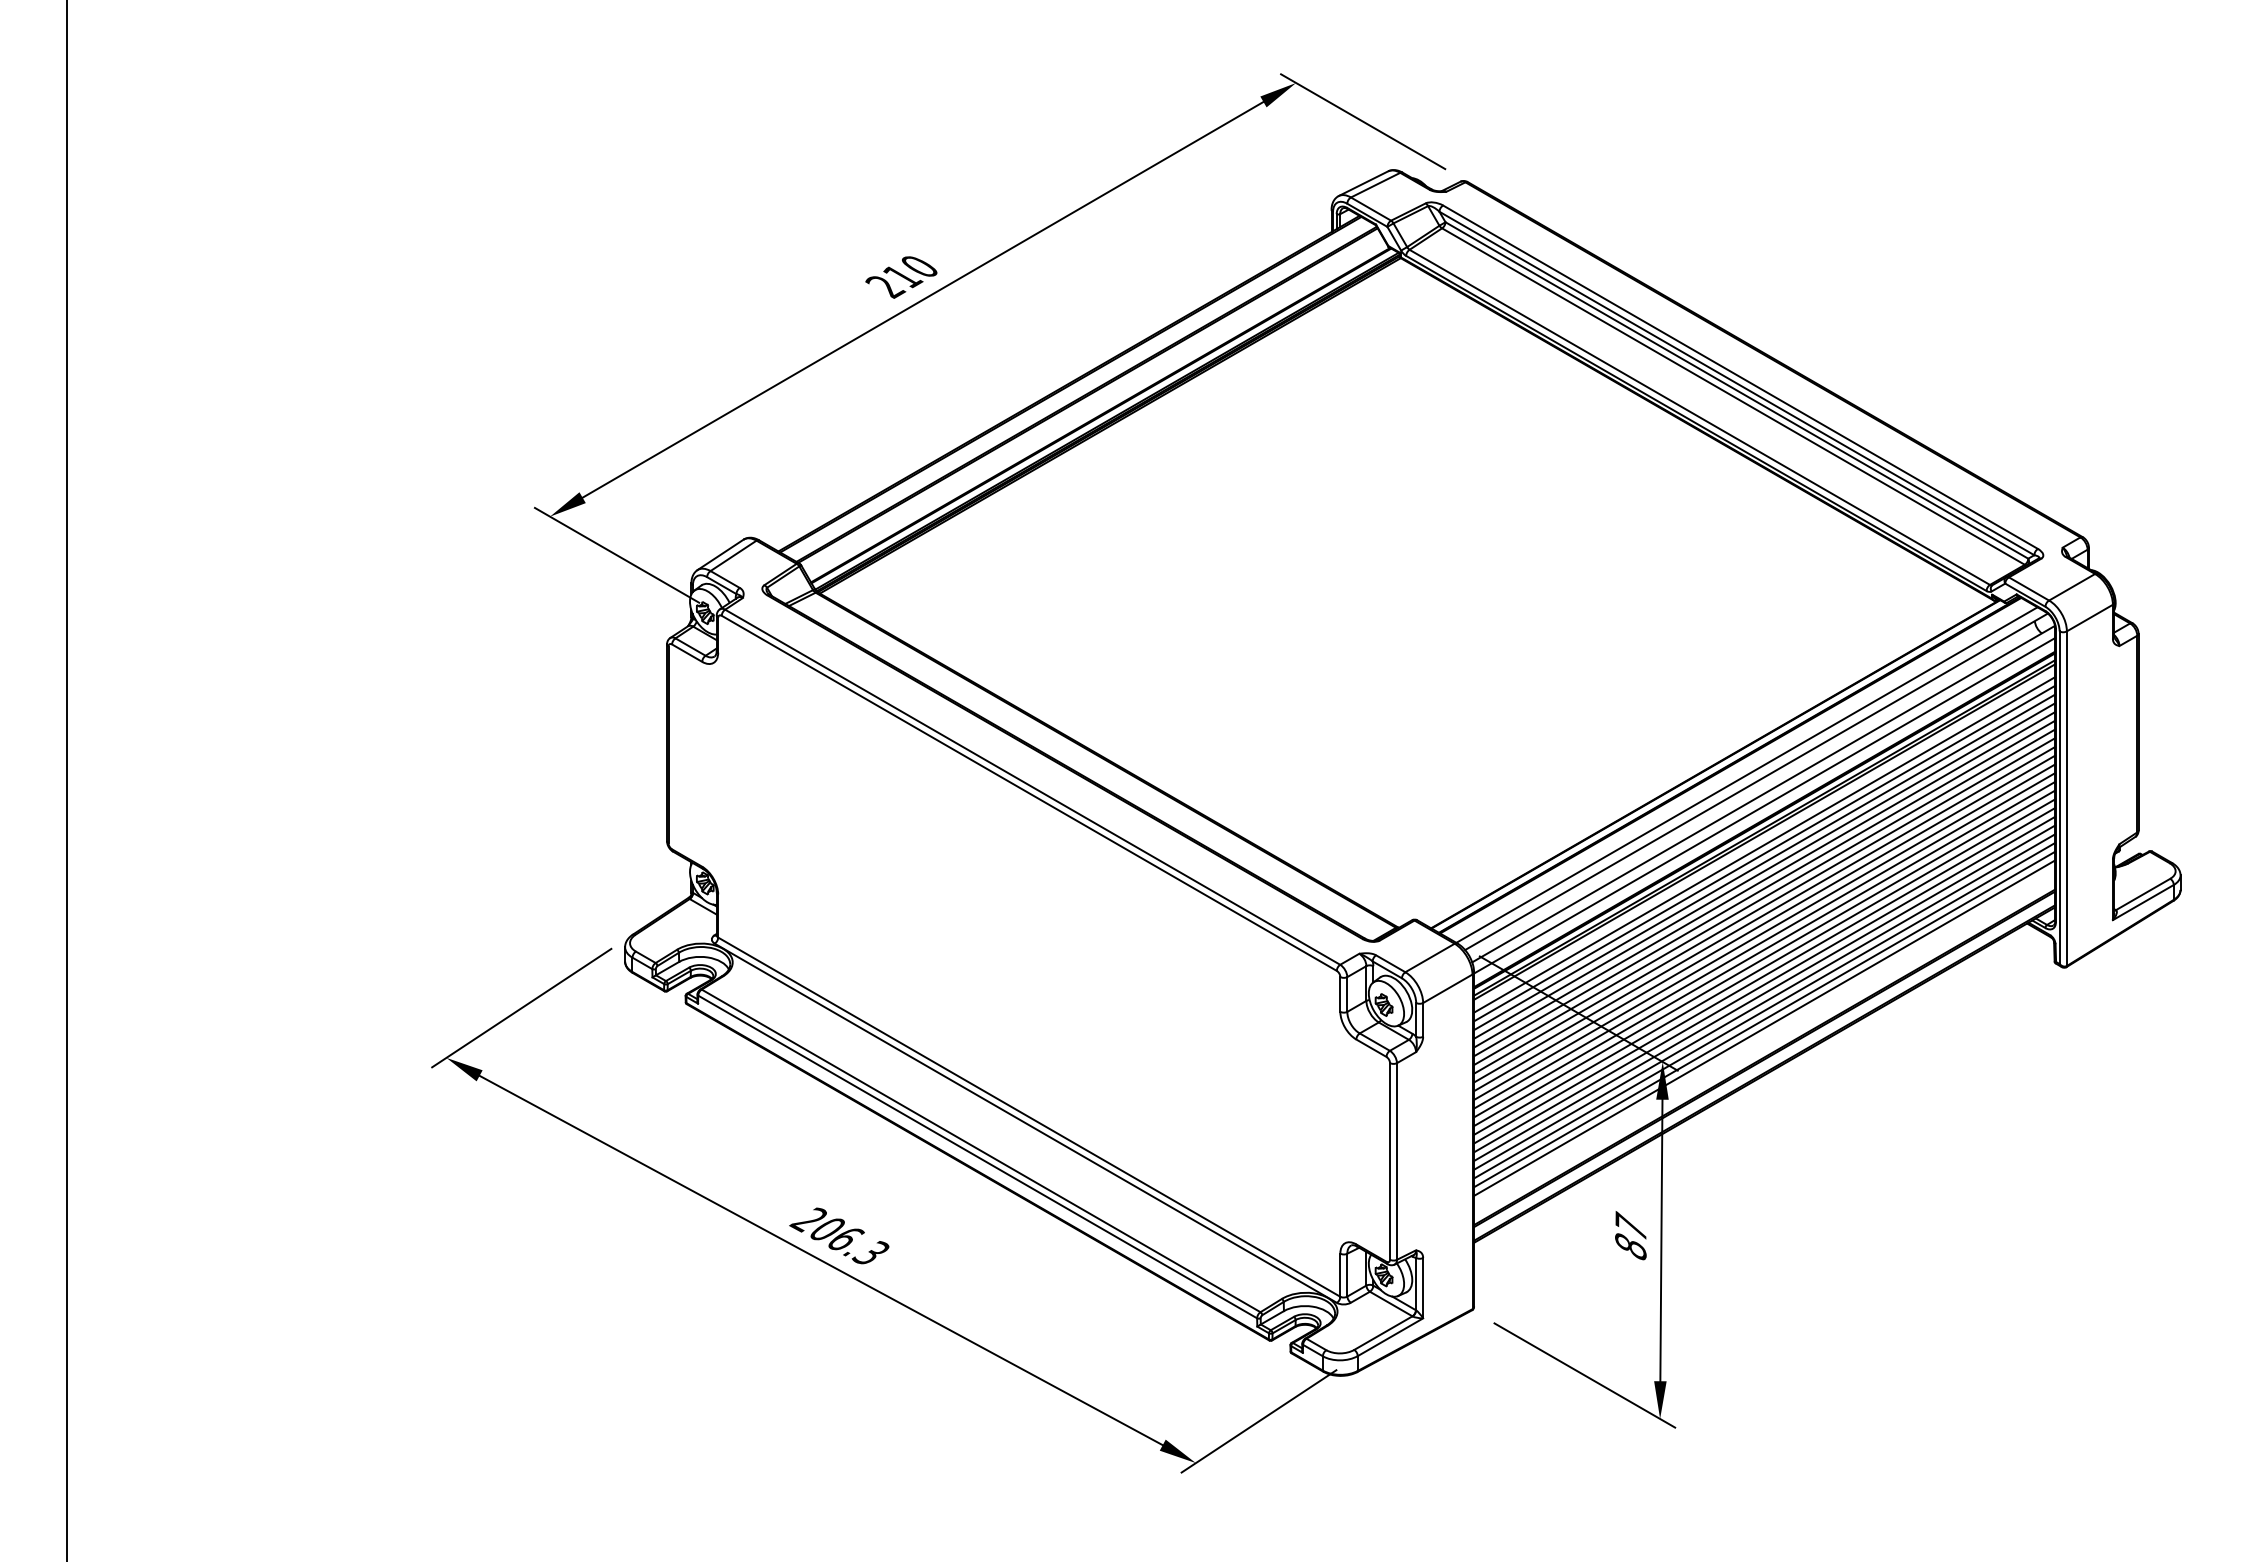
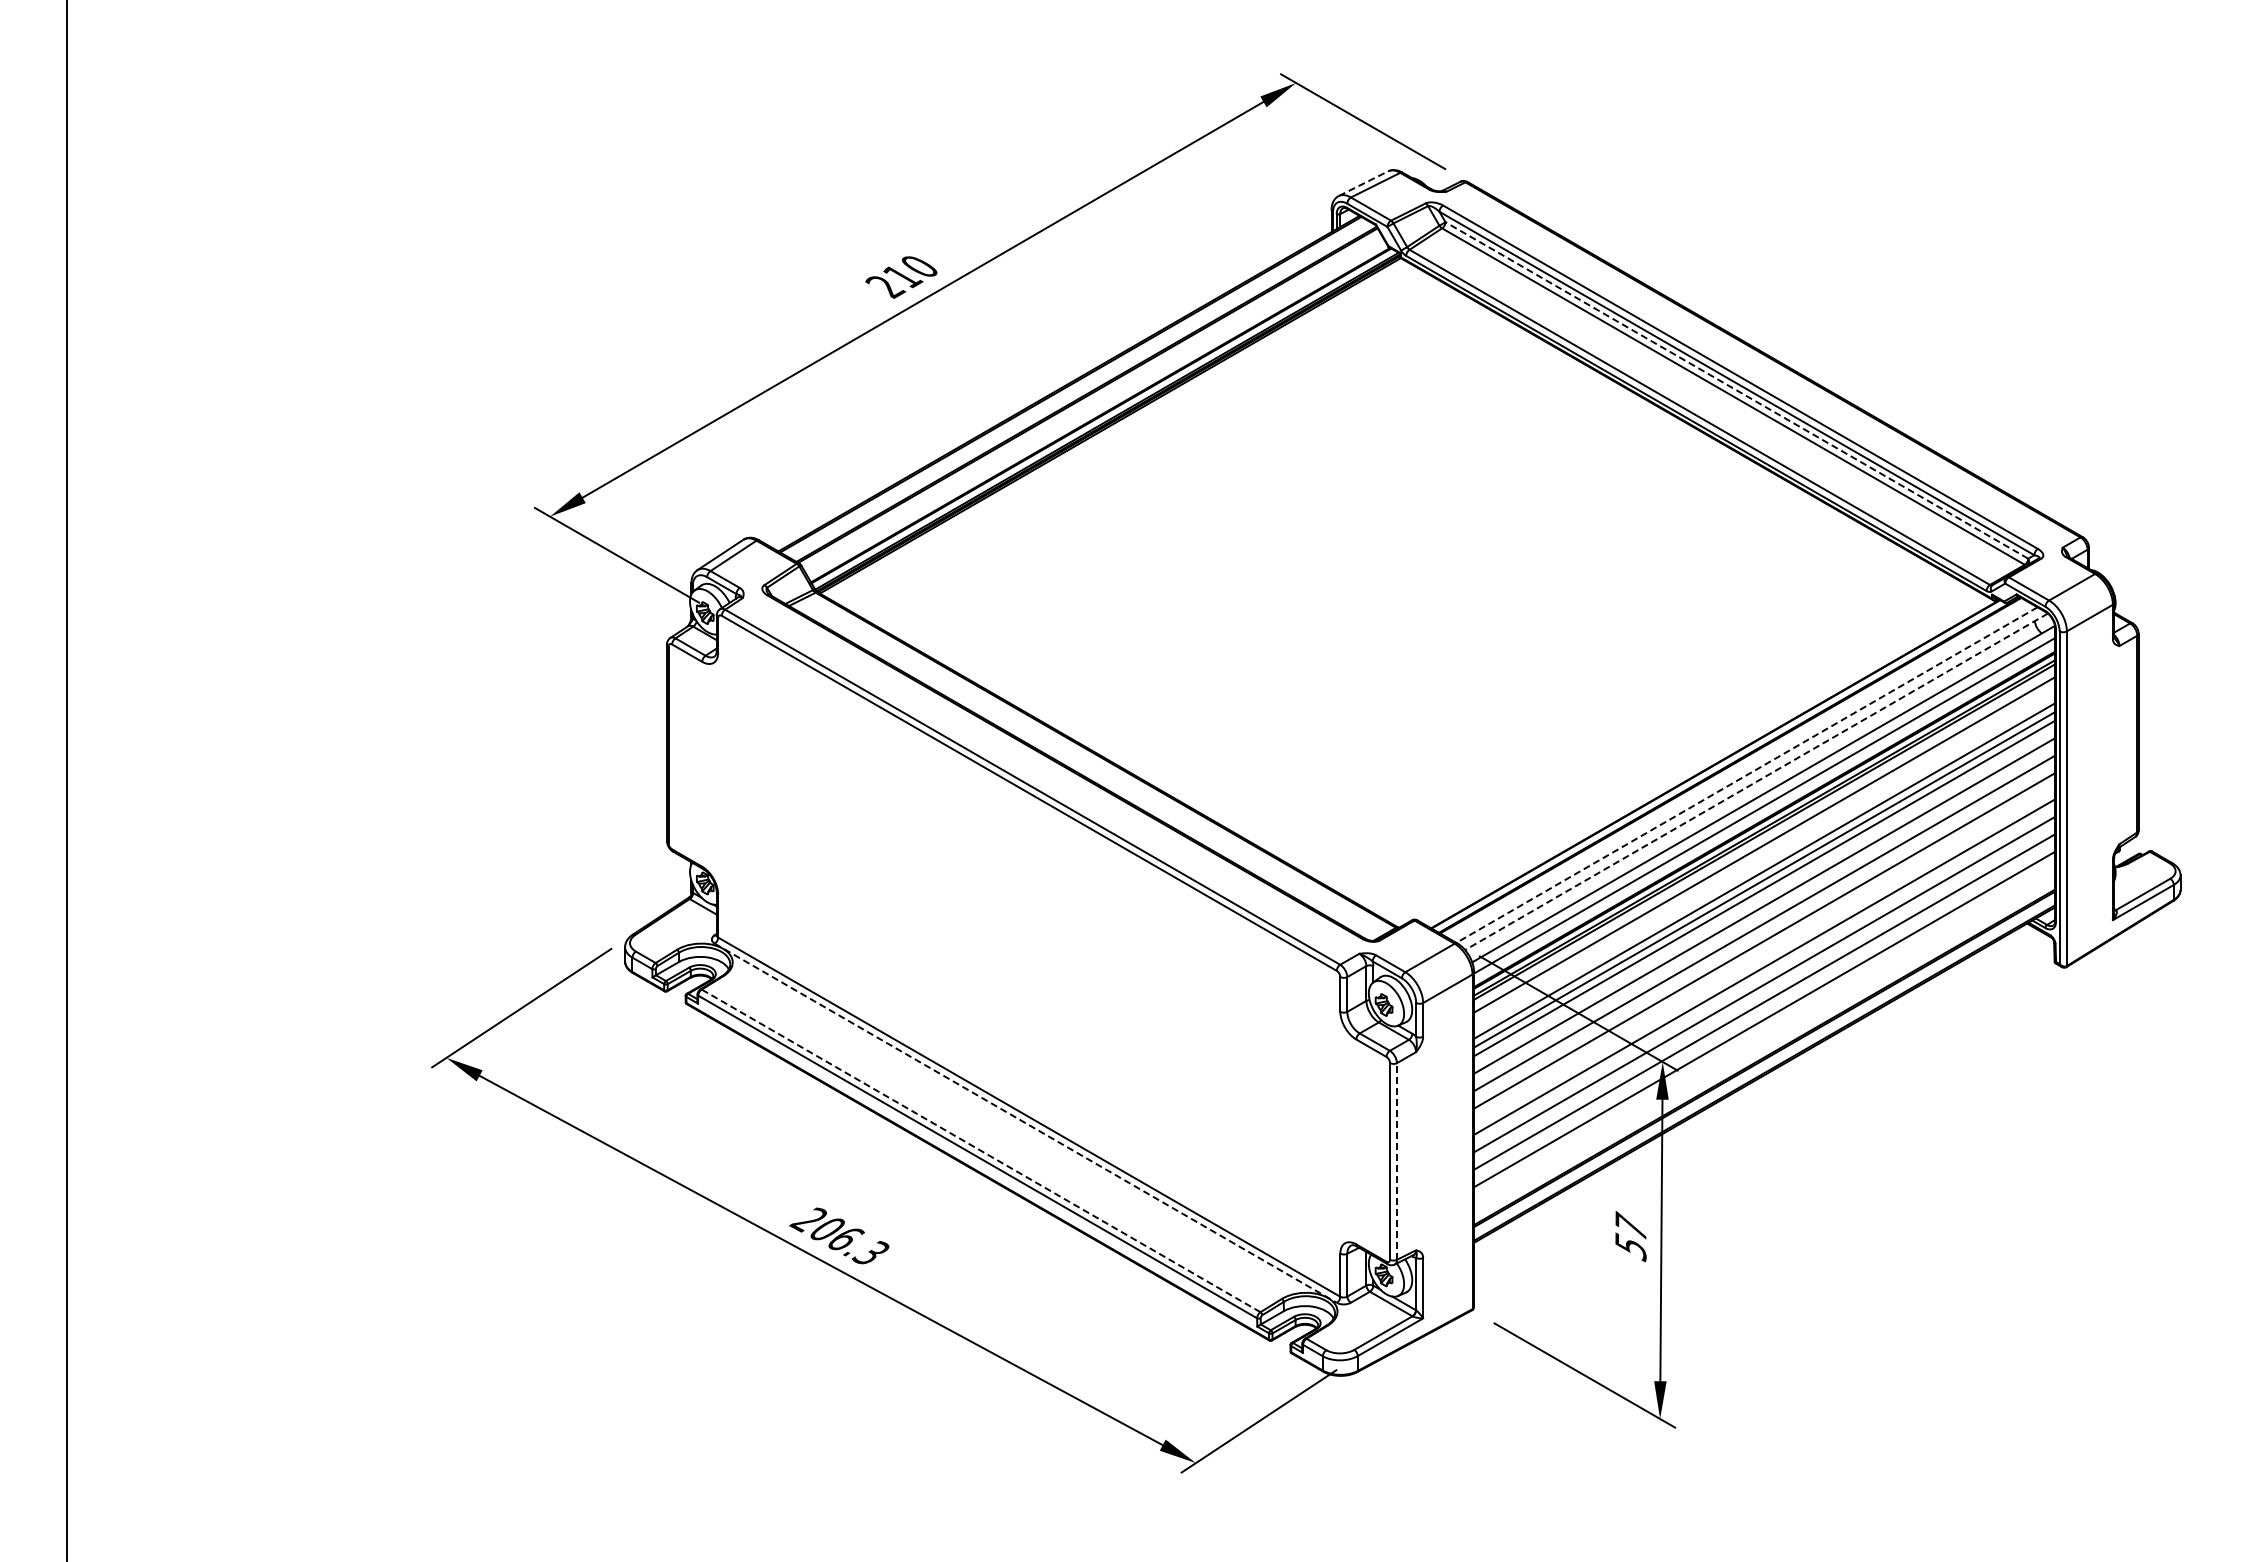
line at (1363, 183): solid -> dashed
line at (1736, 390): solid -> dashed
line at (1746, 775): solid -> dashed
line at (1756, 782): solid -> dashed
line at (1764, 853): present -> none
line at (1764, 862): present -> none
line at (1764, 897): present -> none
line at (1764, 914): present -> none
line at (1764, 931): present -> none
line at (1764, 949): present -> none
line at (1764, 958): present -> none
line at (1764, 975): present -> none
line at (1764, 993): present -> none
line at (1764, 1010): present -> none
line at (1764, 1027): present -> none
line at (1026, 1123): solid -> dashed
line at (981, 1150): solid -> dashed
line at (1397, 1160): solid -> dashed
text at (1630, 1247): 87 -> 57
